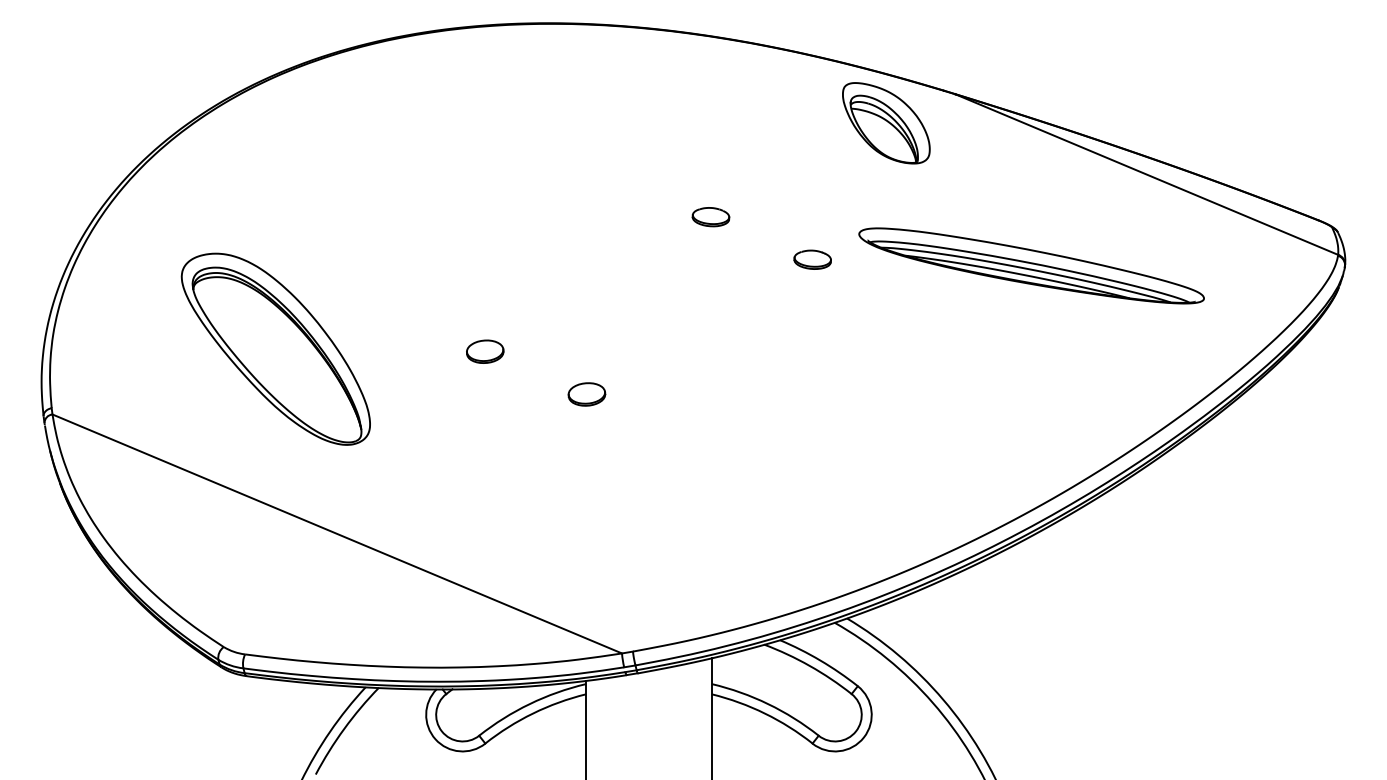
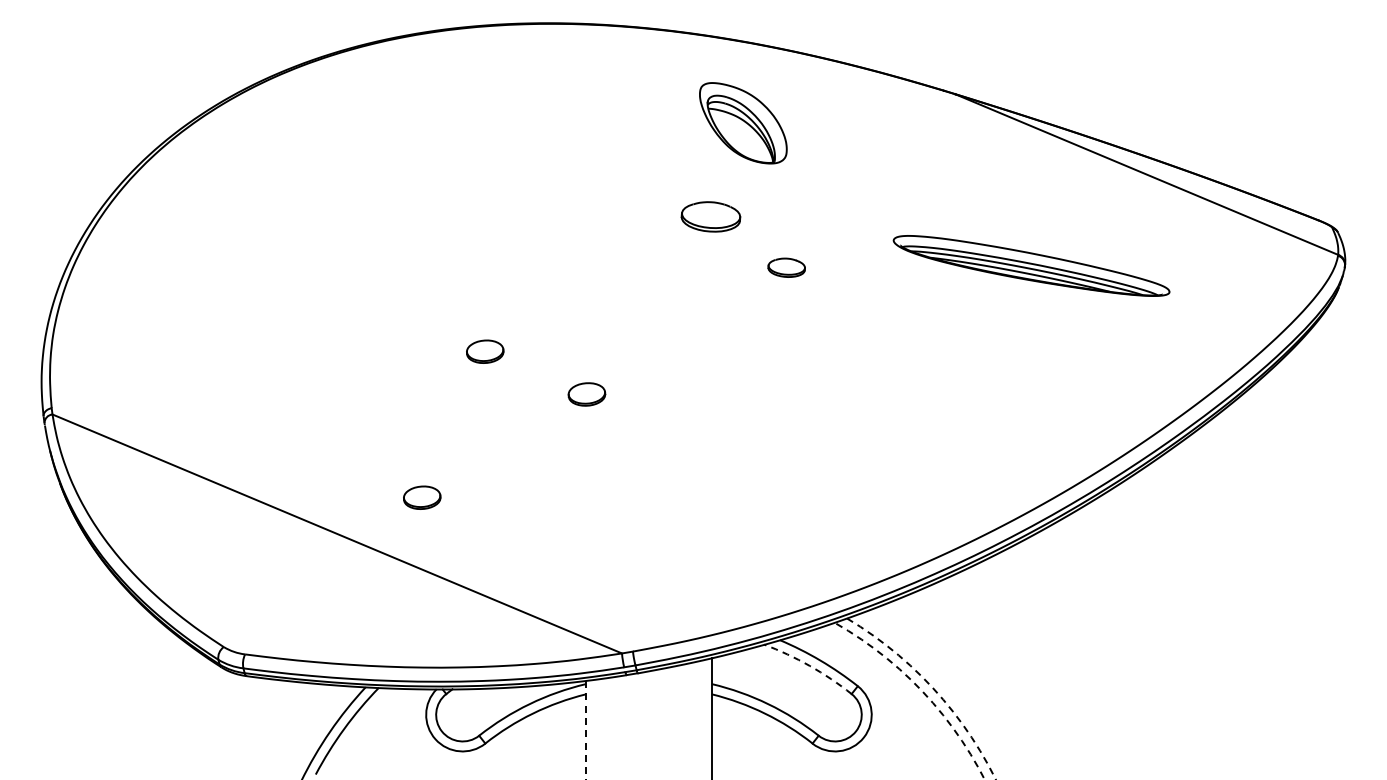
part at (886, 123) position: (886, 123) -> (743, 123)
part at (710, 217) size: 40x21 px -> 62x32 px
part at (812, 259) position: (812, 259) -> (786, 267)
part at (1031, 265) size: 347x78 px -> 279x62 px
part at (275, 348): present -> none
part at (422, 497): none -> present
arc at (809, 665): solid -> dashed
arc at (932, 688): solid -> dashed
arc at (920, 689): solid -> dashed
line at (585, 730): solid -> dashed
